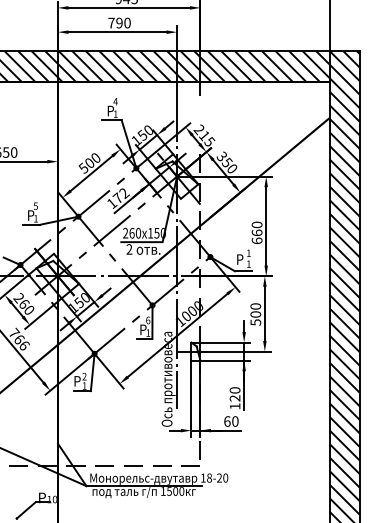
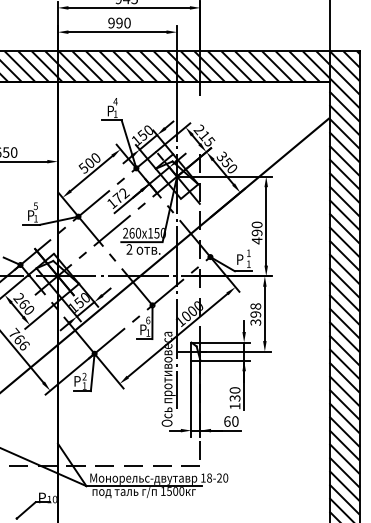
text at (111, 22): 790 -> 990
text at (256, 236): 660 -> 490
text at (255, 314): 500 -> 398
text at (235, 398): 120 -> 130
